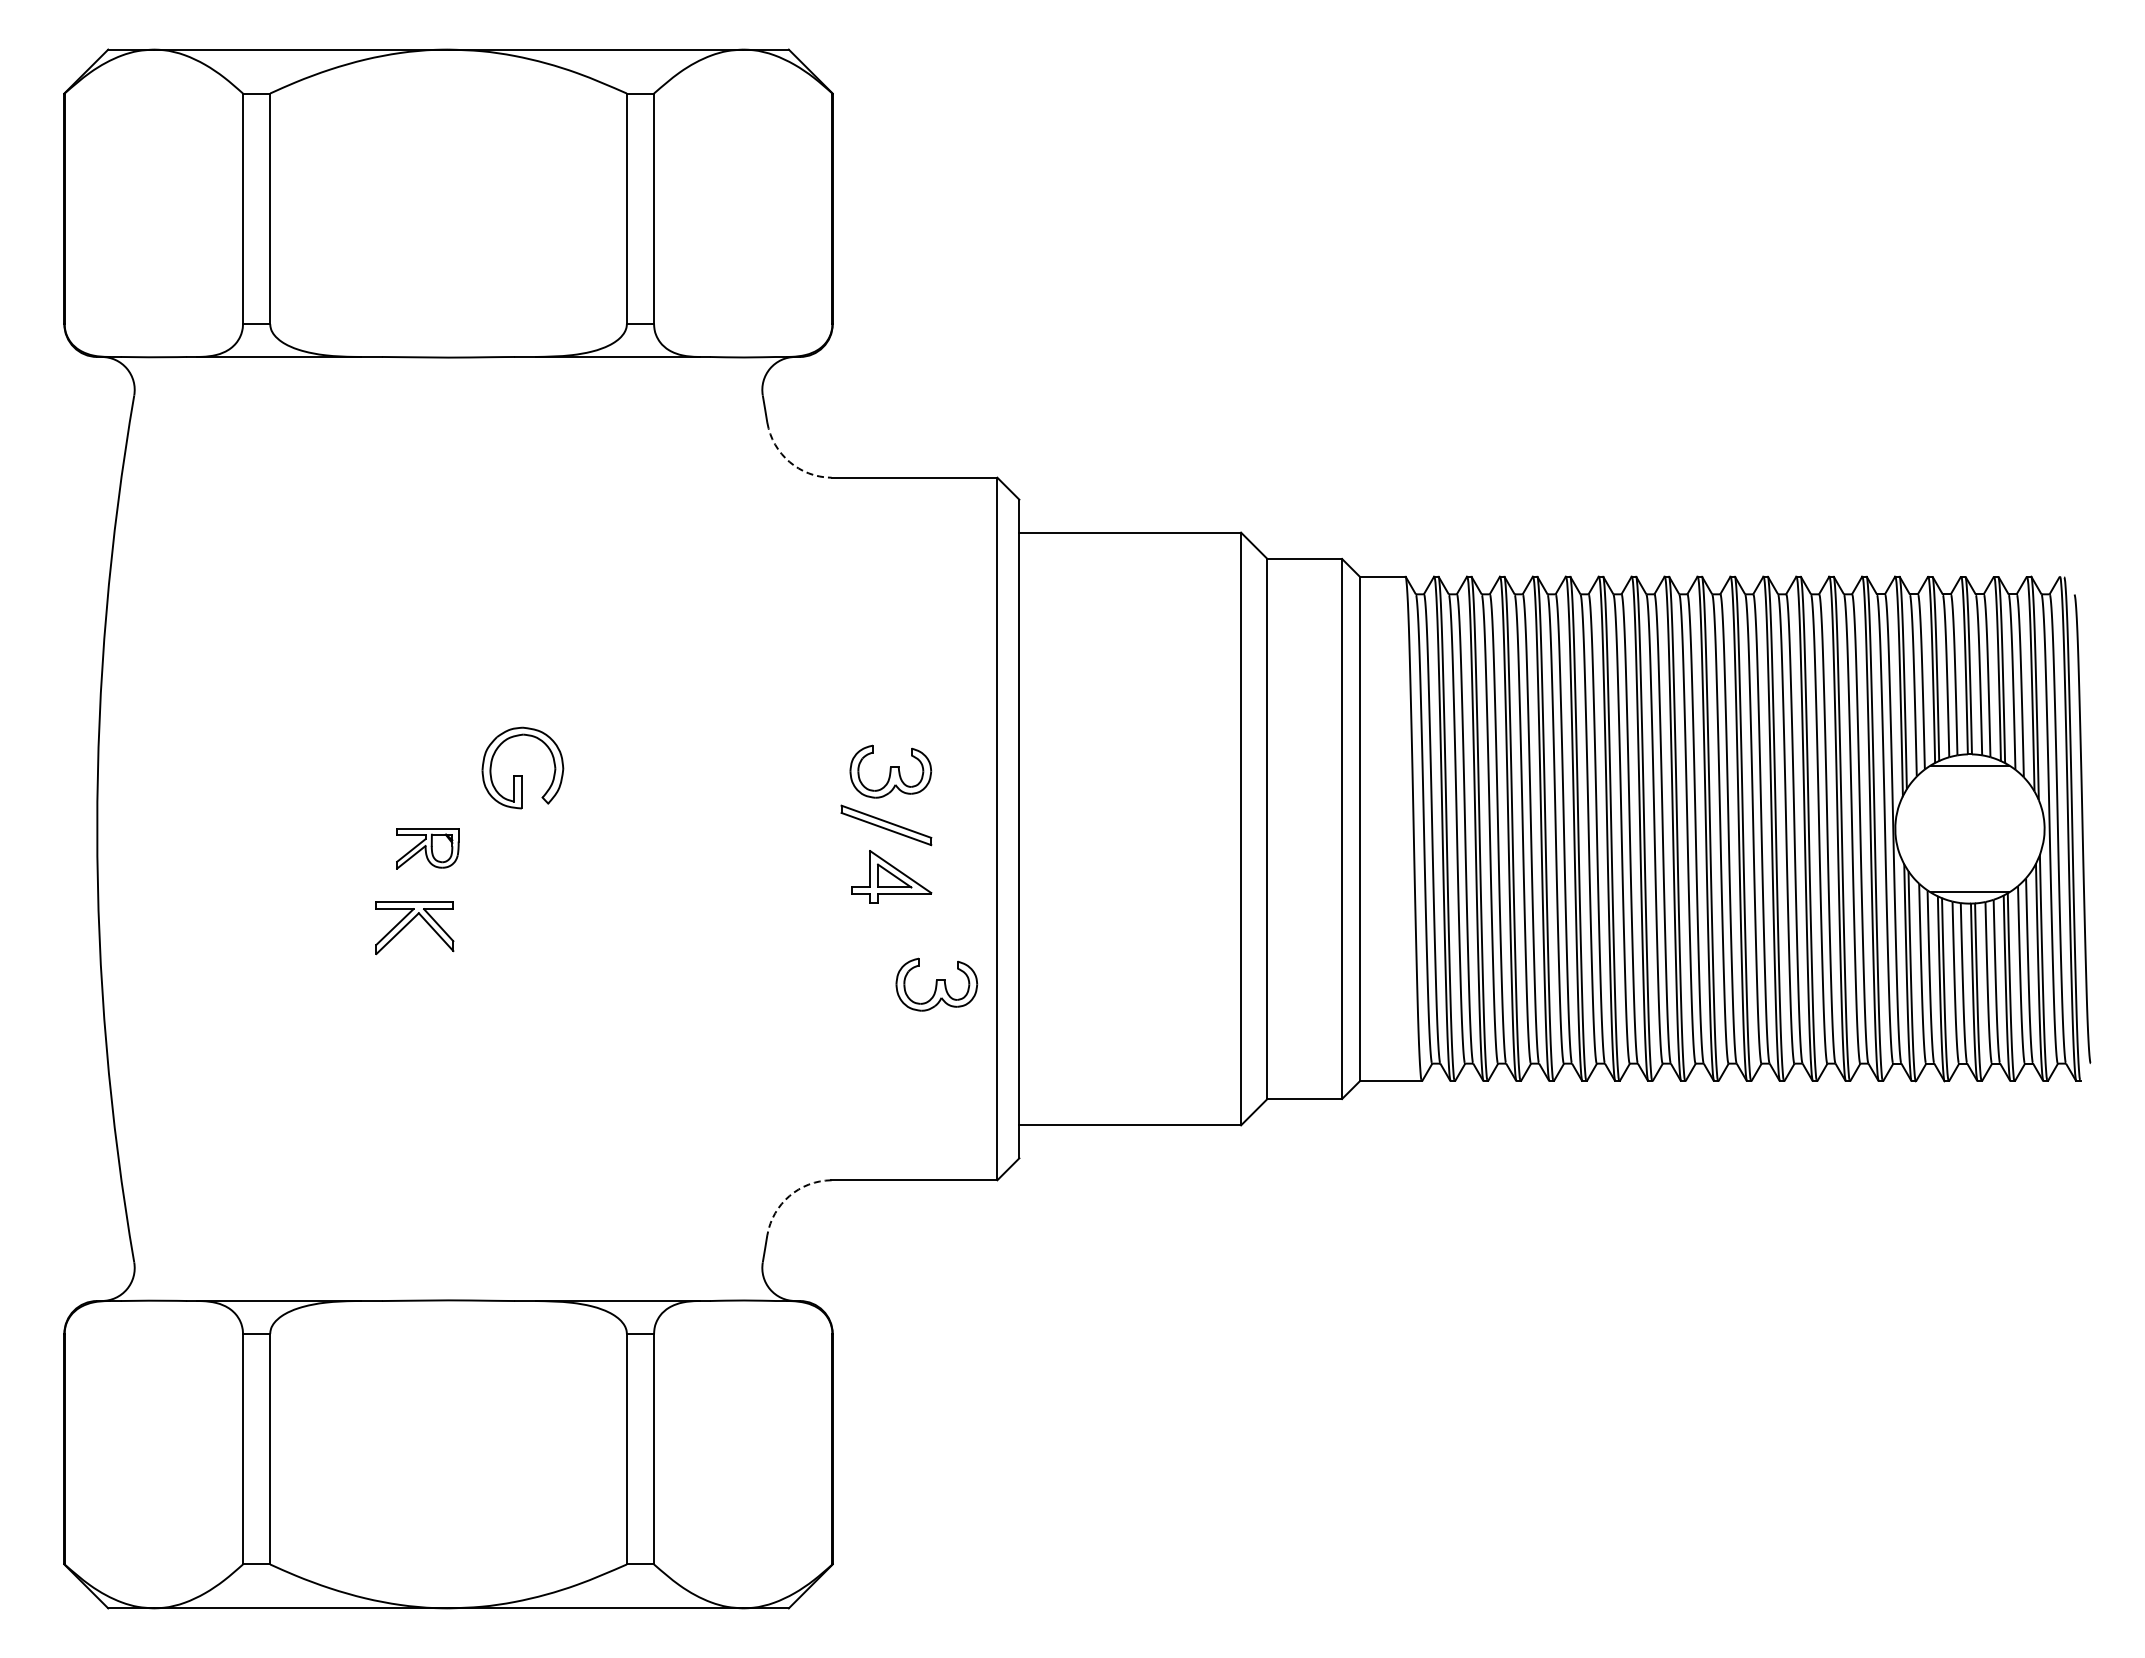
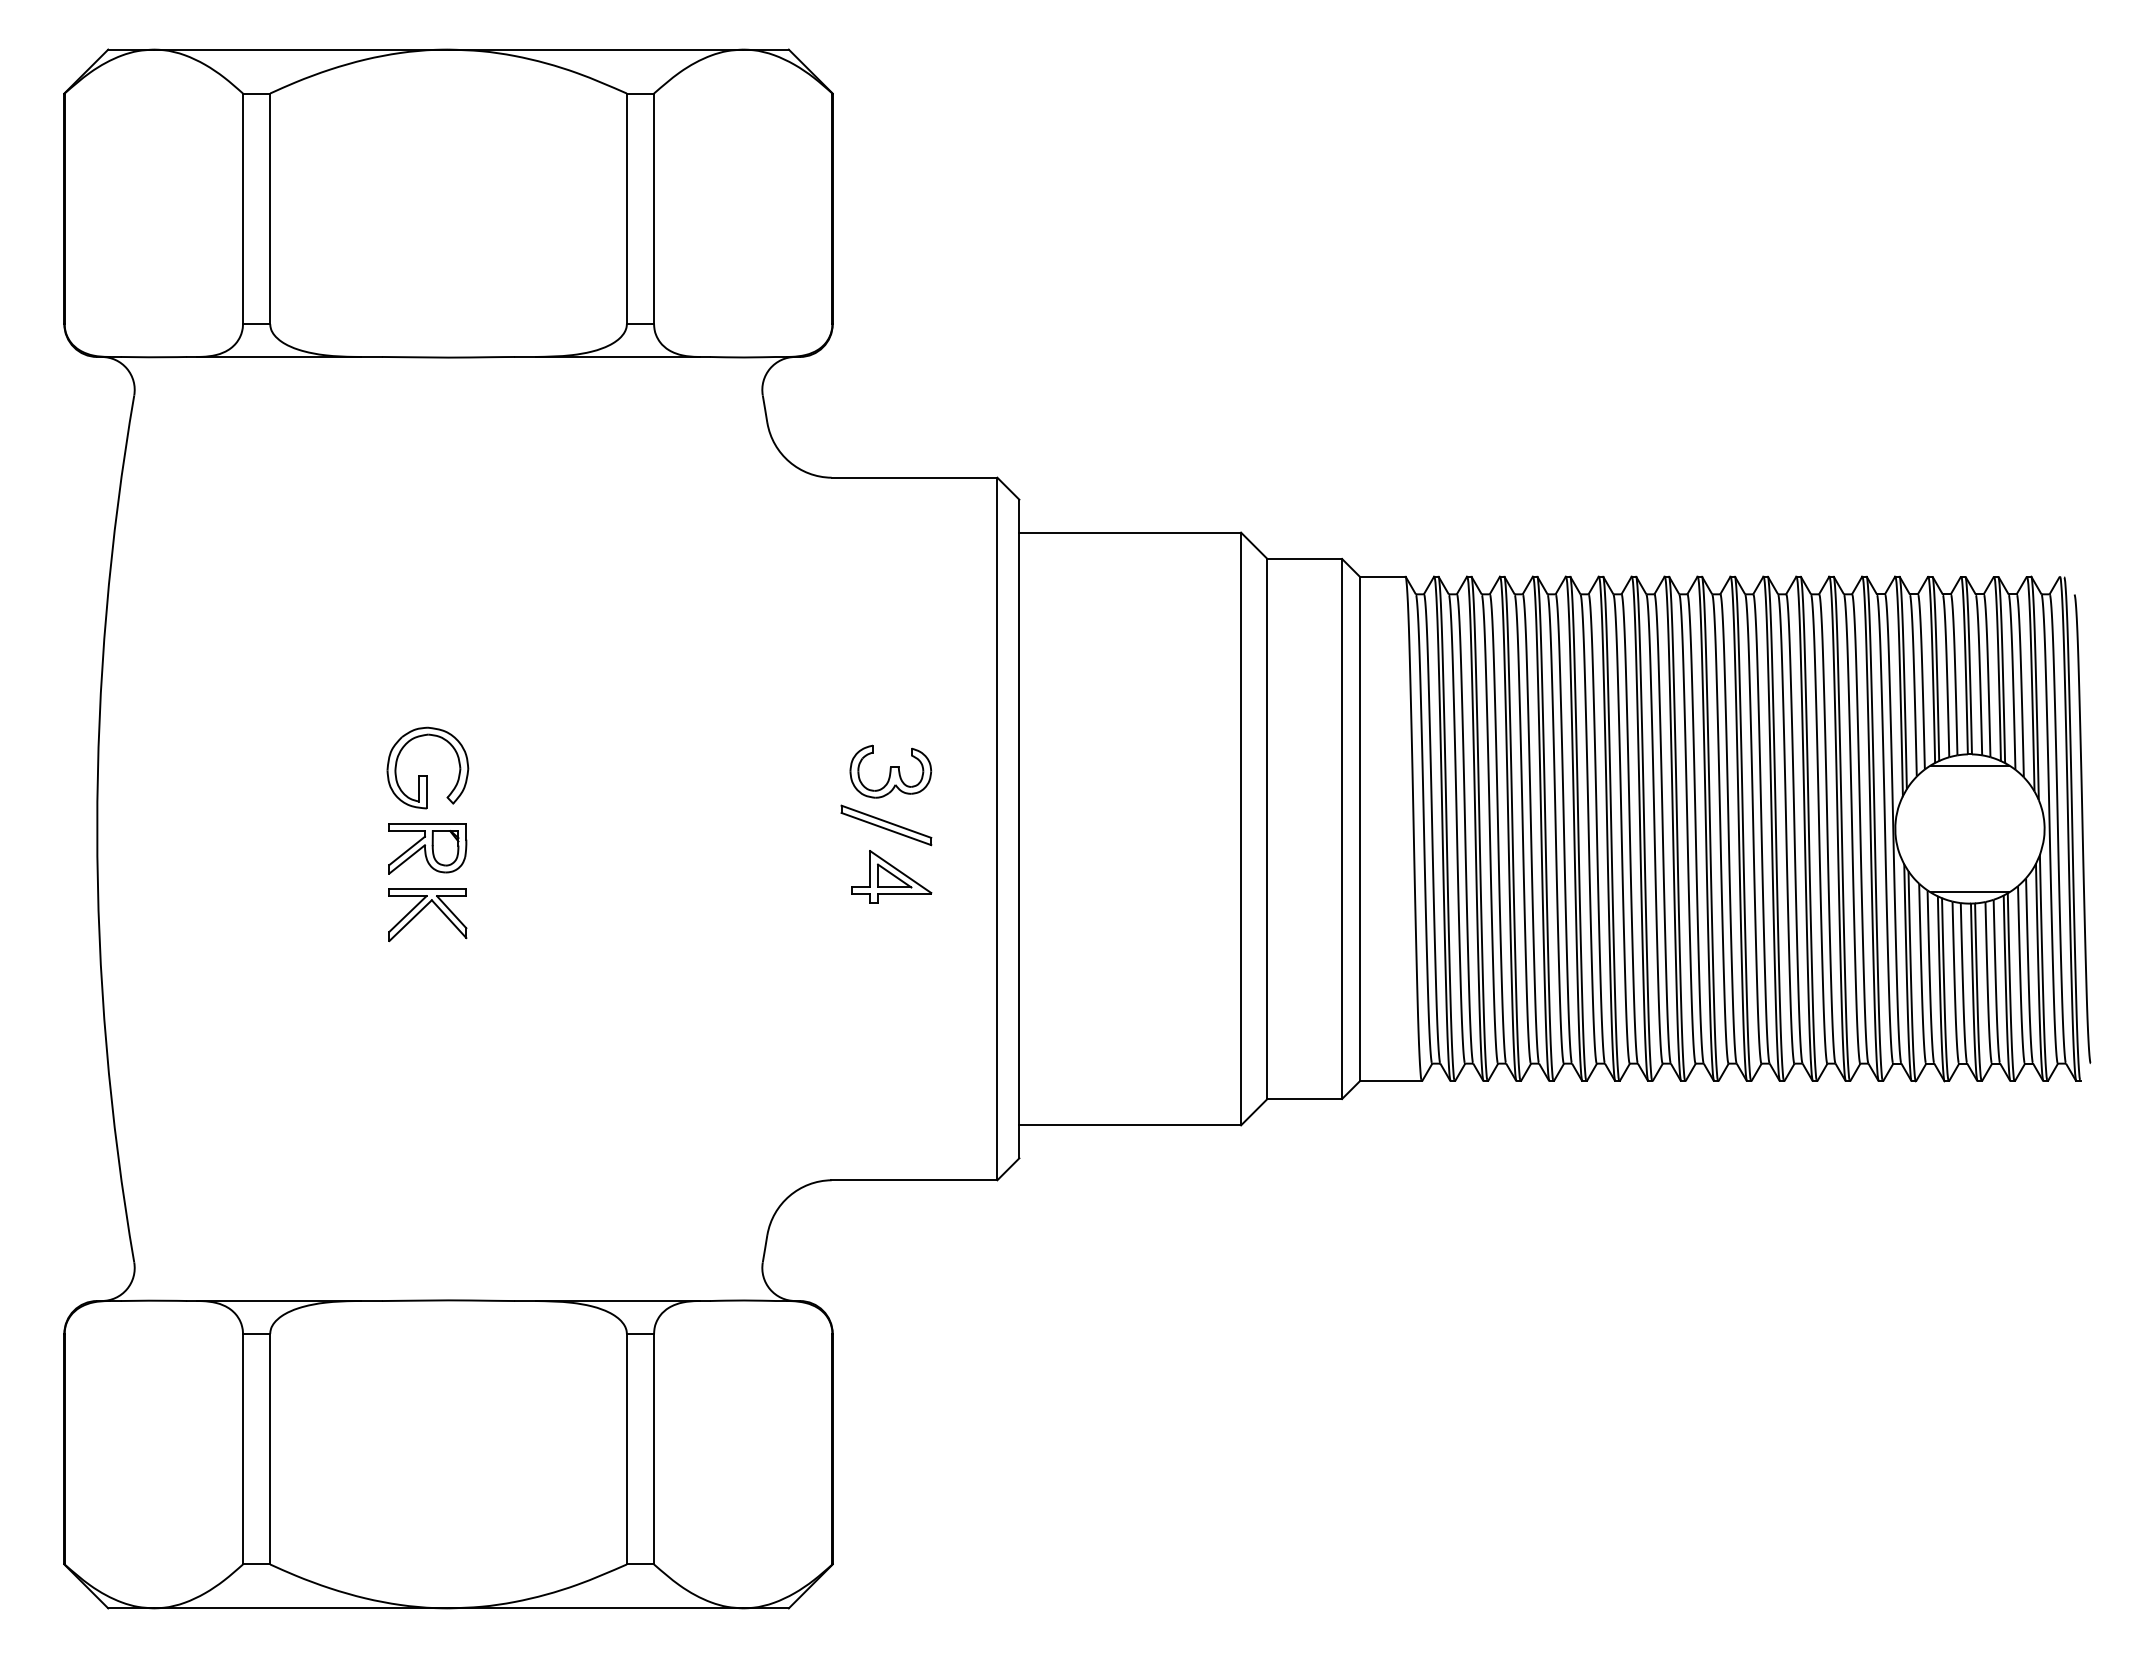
arc at (789, 461): dashed -> solid
part at (522, 775) position: (522, 775) -> (427, 775)
part at (427, 848) size: 64x42 px -> 80x52 px
part at (409, 923) position: (409, 923) -> (422, 910)
part at (936, 984): present -> none
arc at (789, 1196): dashed -> solid
